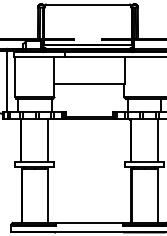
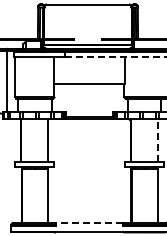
line at (115, 56): solid -> dashed
line at (158, 140): solid -> dashed
line at (89, 222): solid -> dashed
